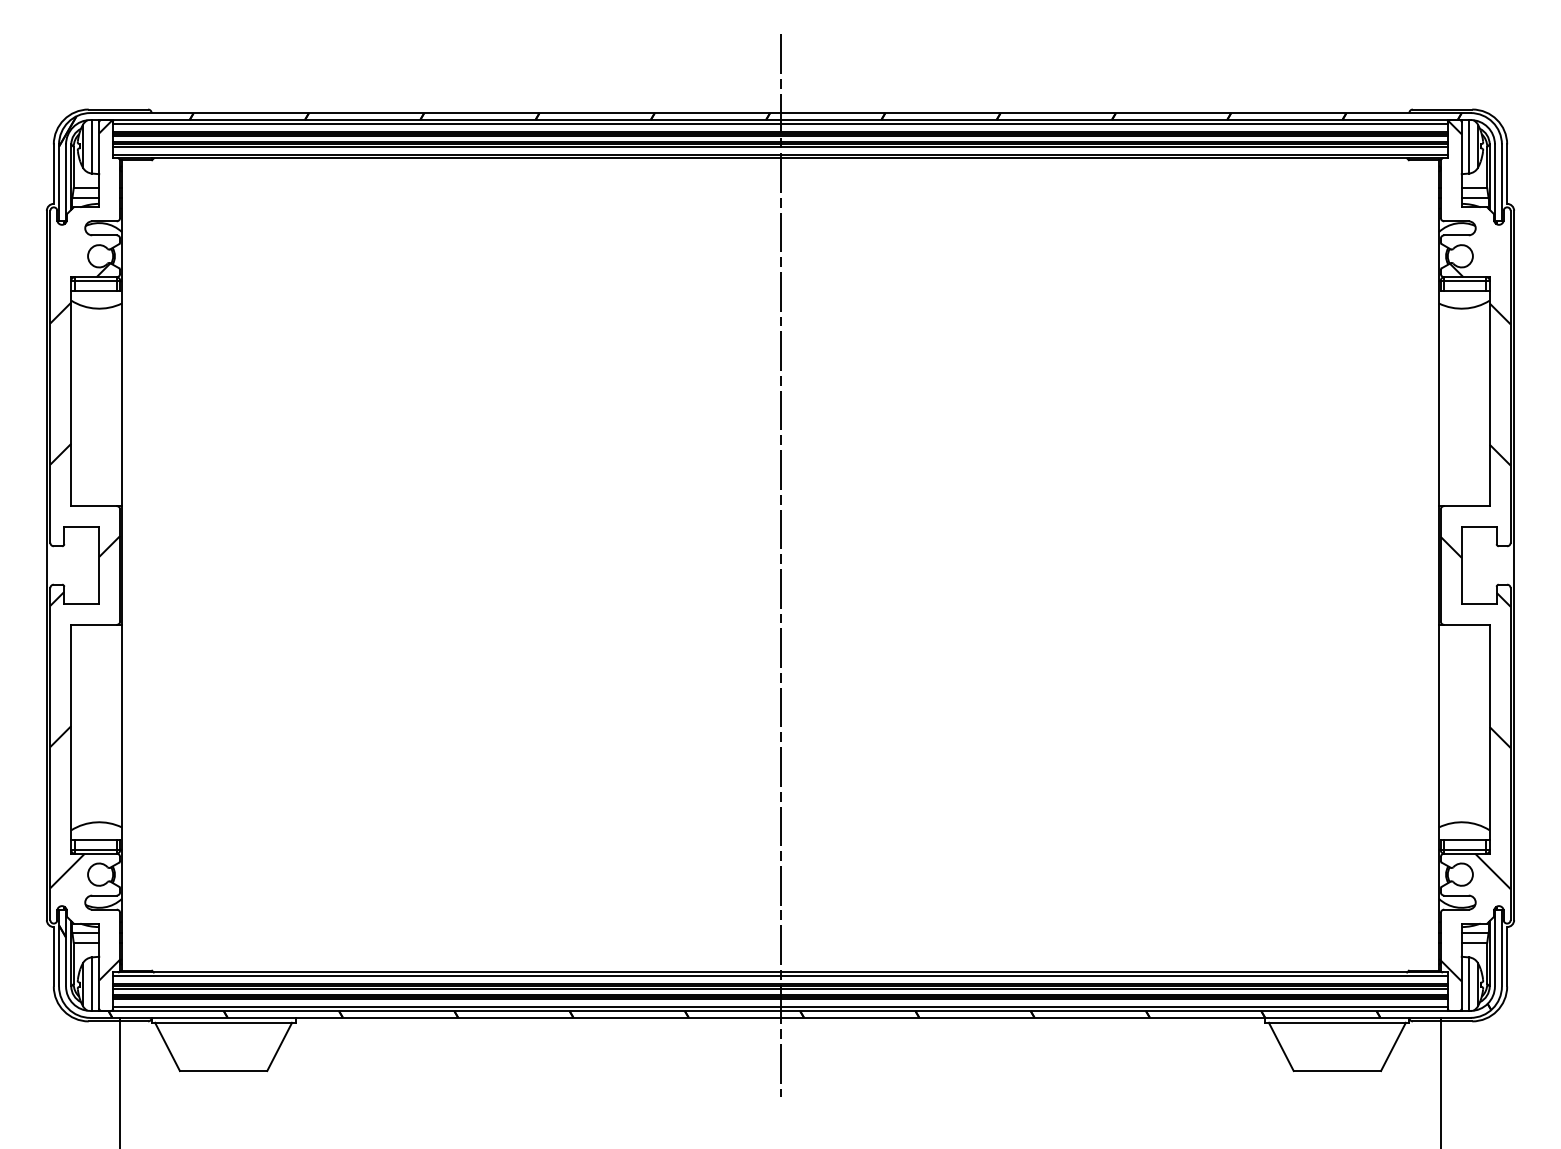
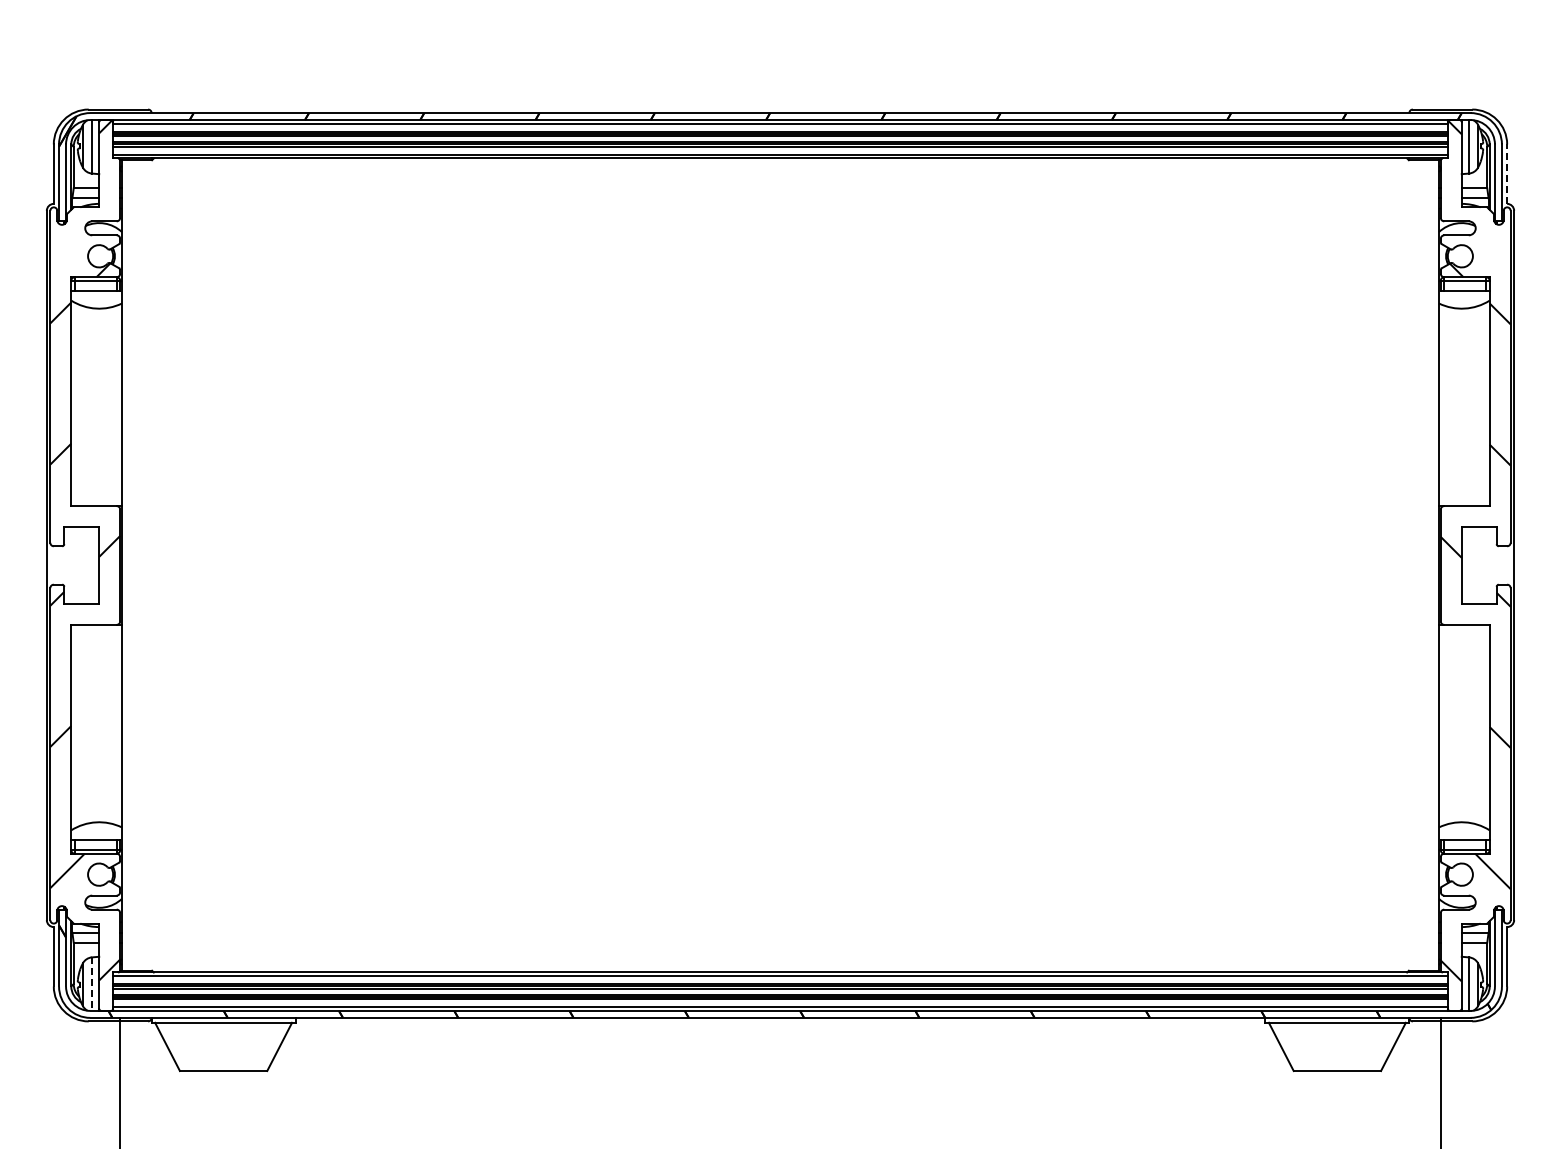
line at (1507, 174): solid -> dashed
line at (780, 565): present -> none
line at (91, 984): solid -> dashed
